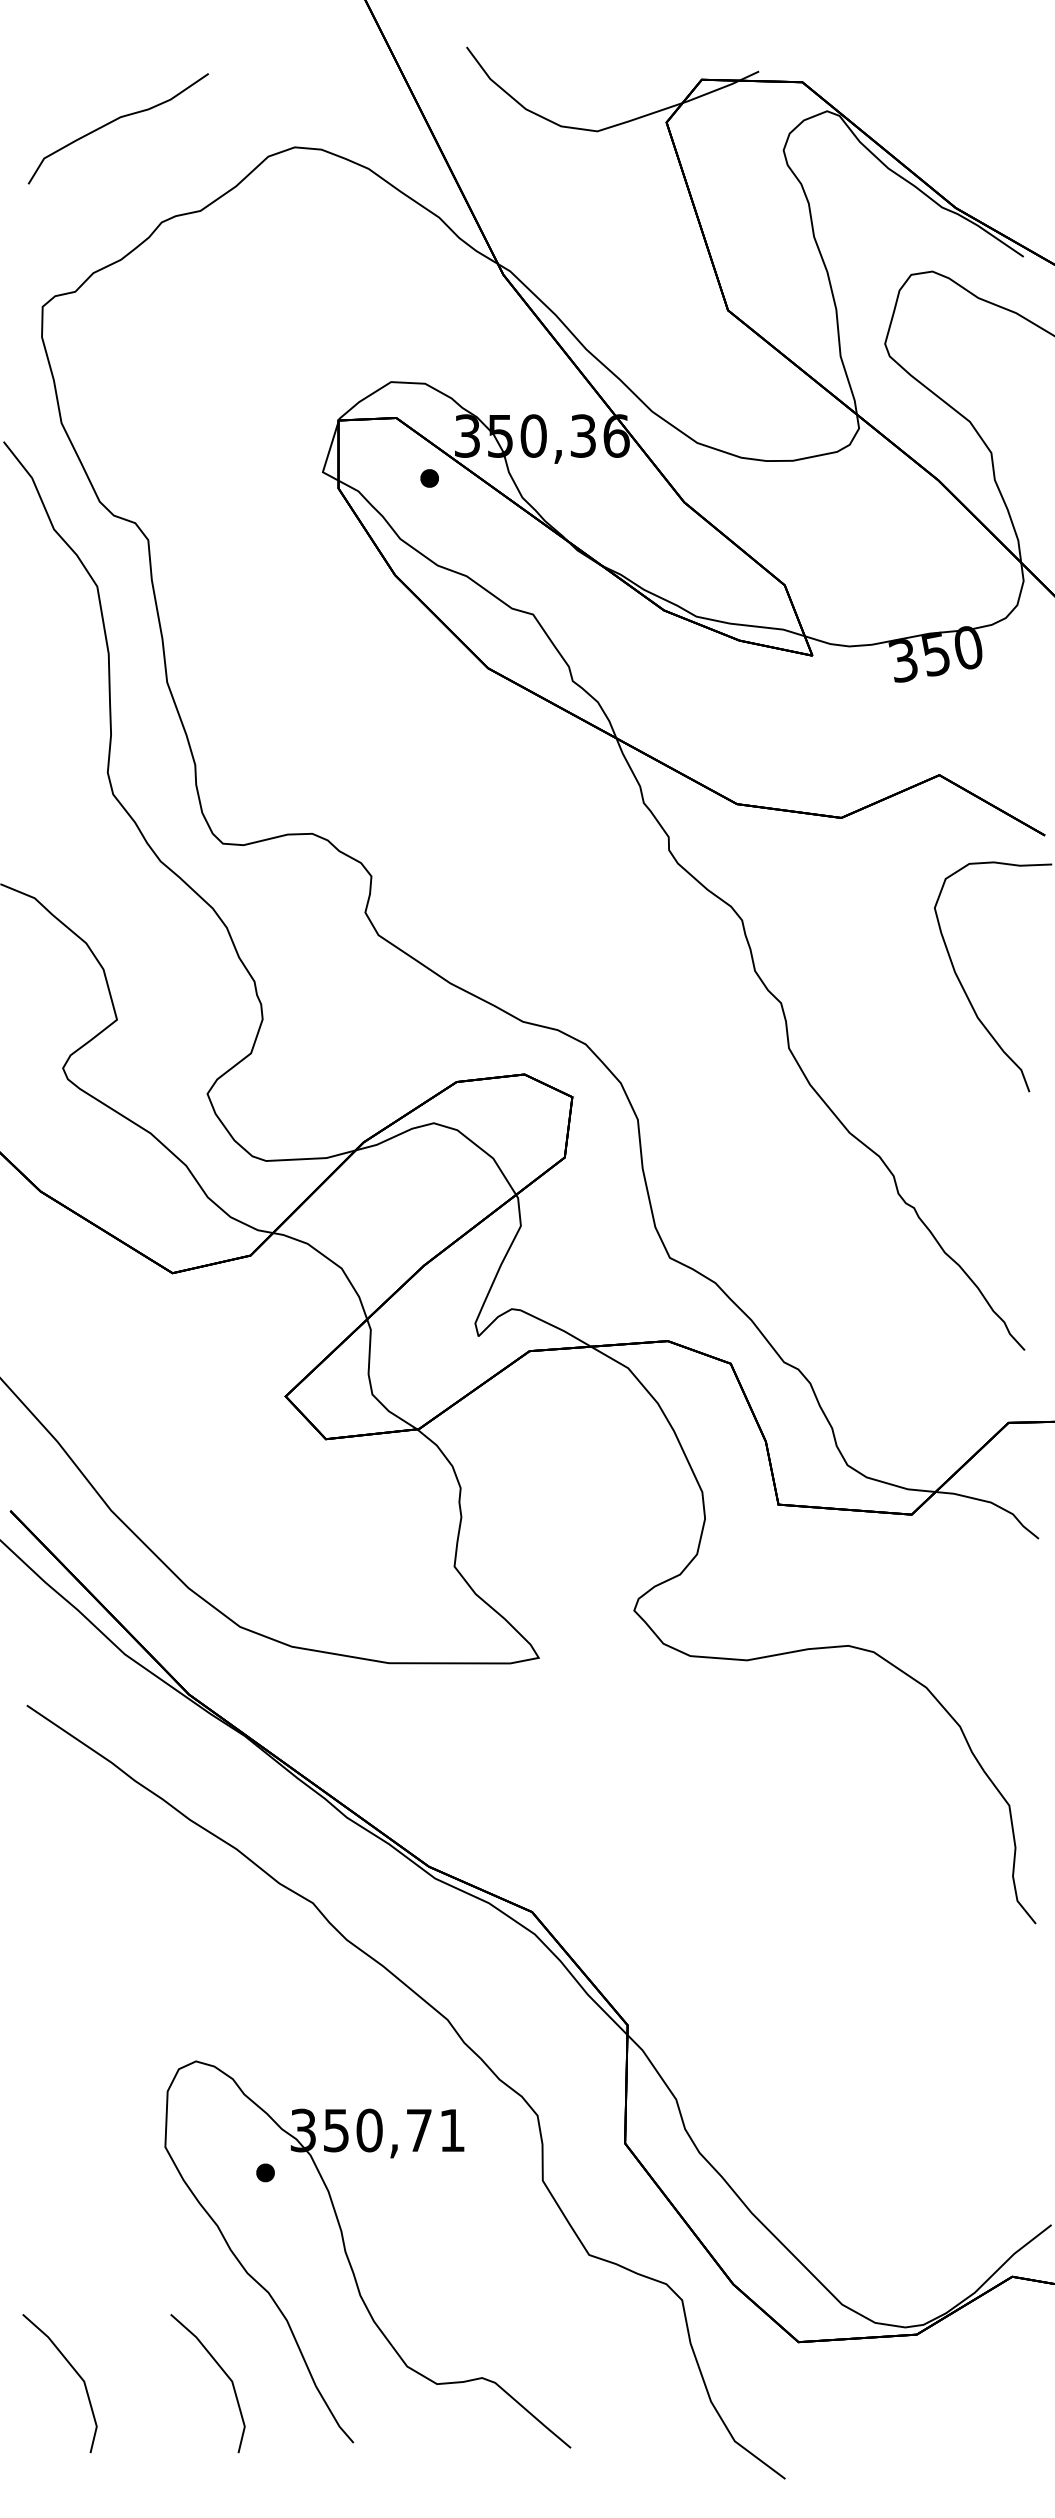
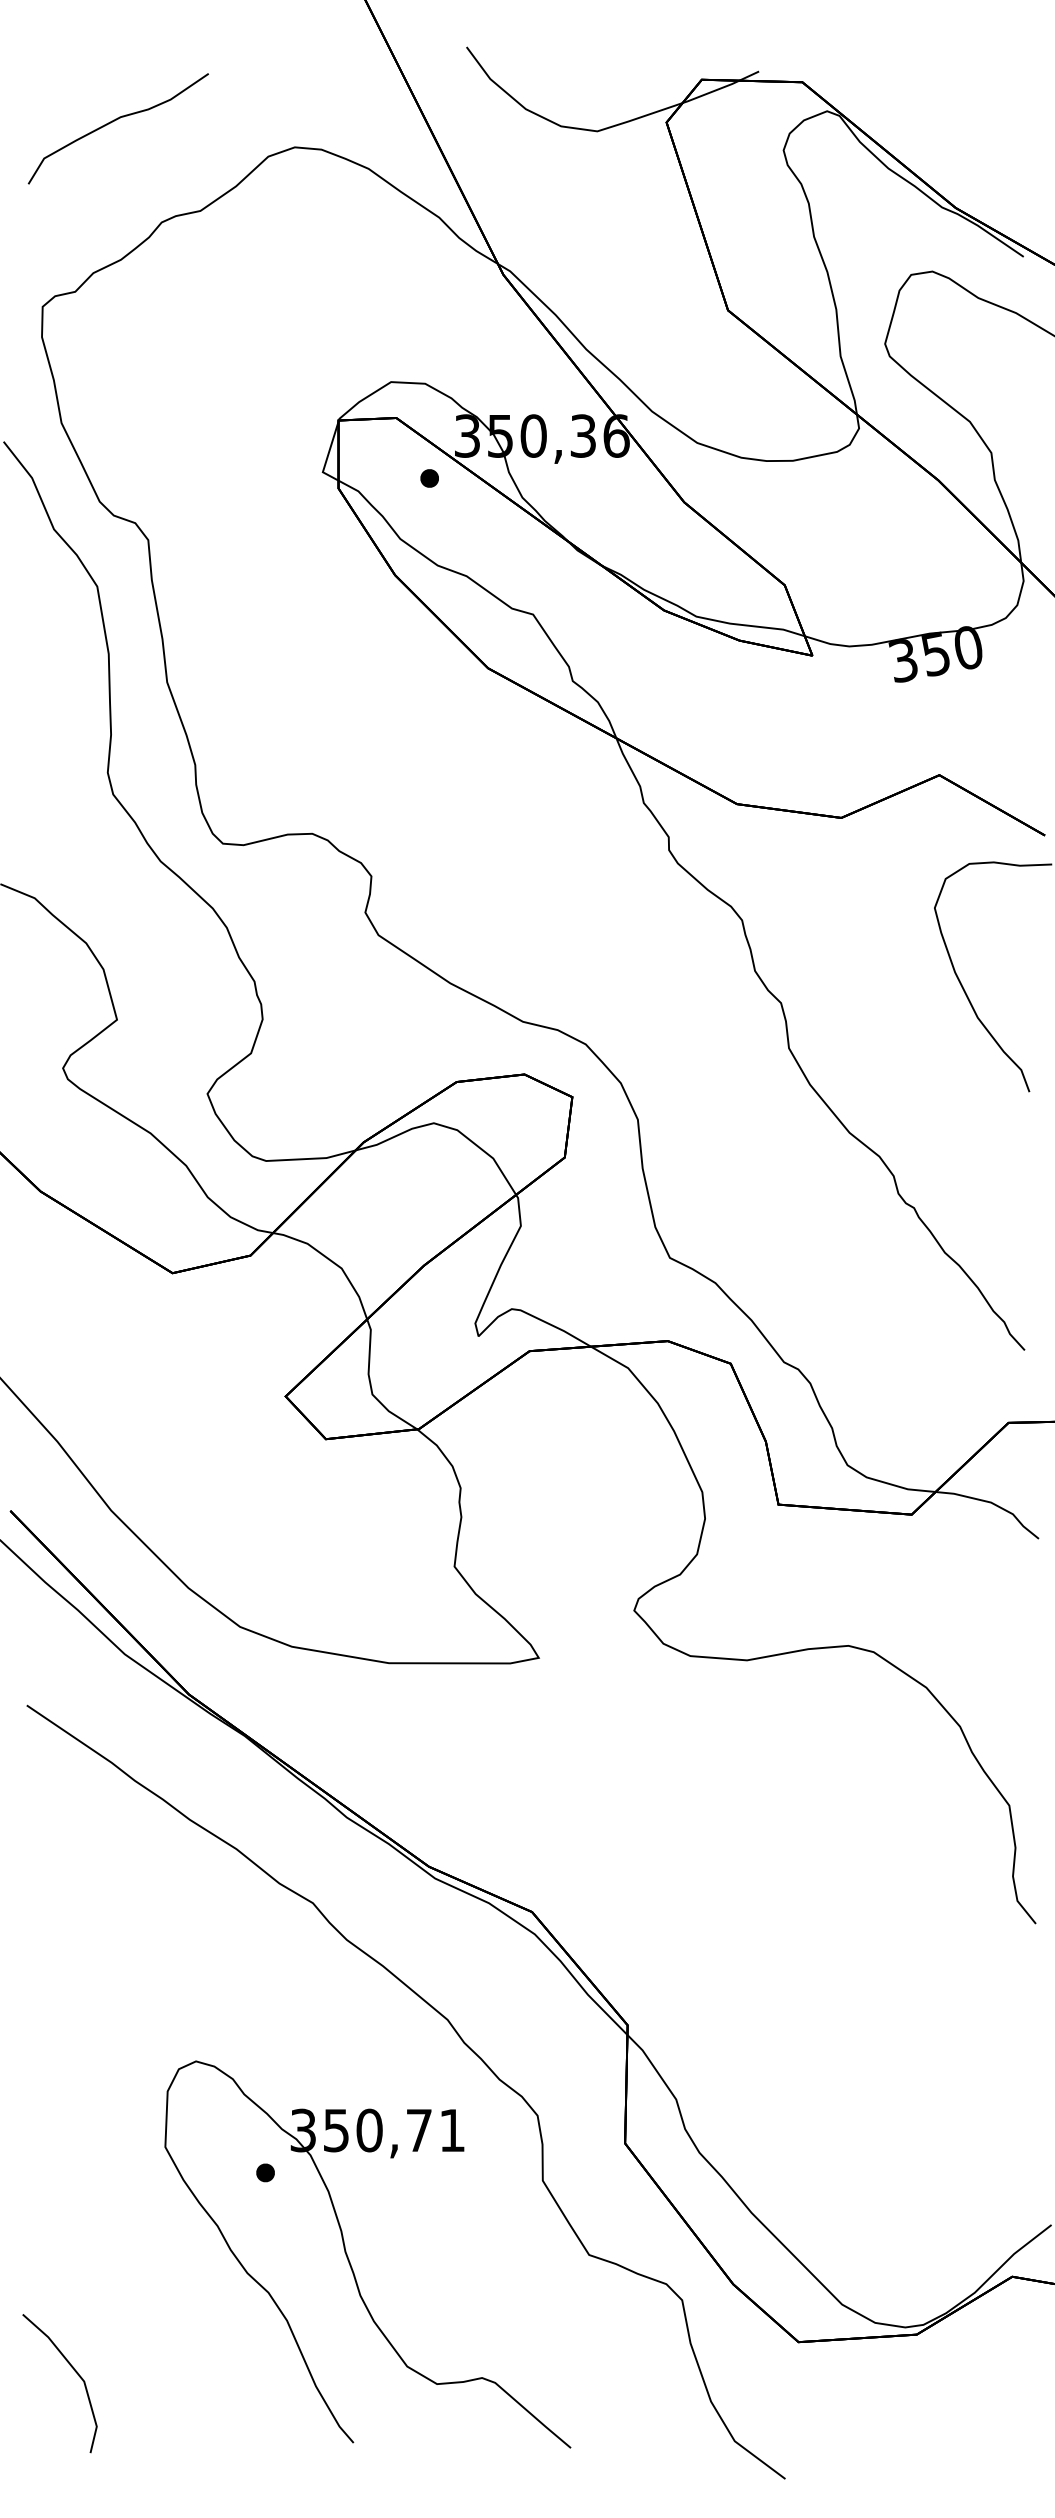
line at (222, 2371): present -> none
